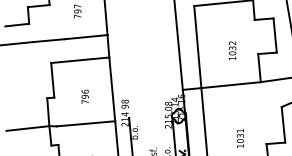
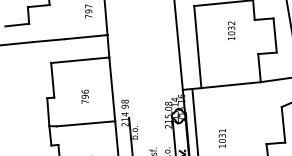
text at (77, 11) position: (77, 11) -> (88, 11)
text at (232, 50) position: (232, 50) -> (231, 30)
line at (204, 120) position: (204, 120) -> (194, 120)
line at (27, 128): present -> none
text at (240, 138) position: (240, 138) -> (222, 138)
